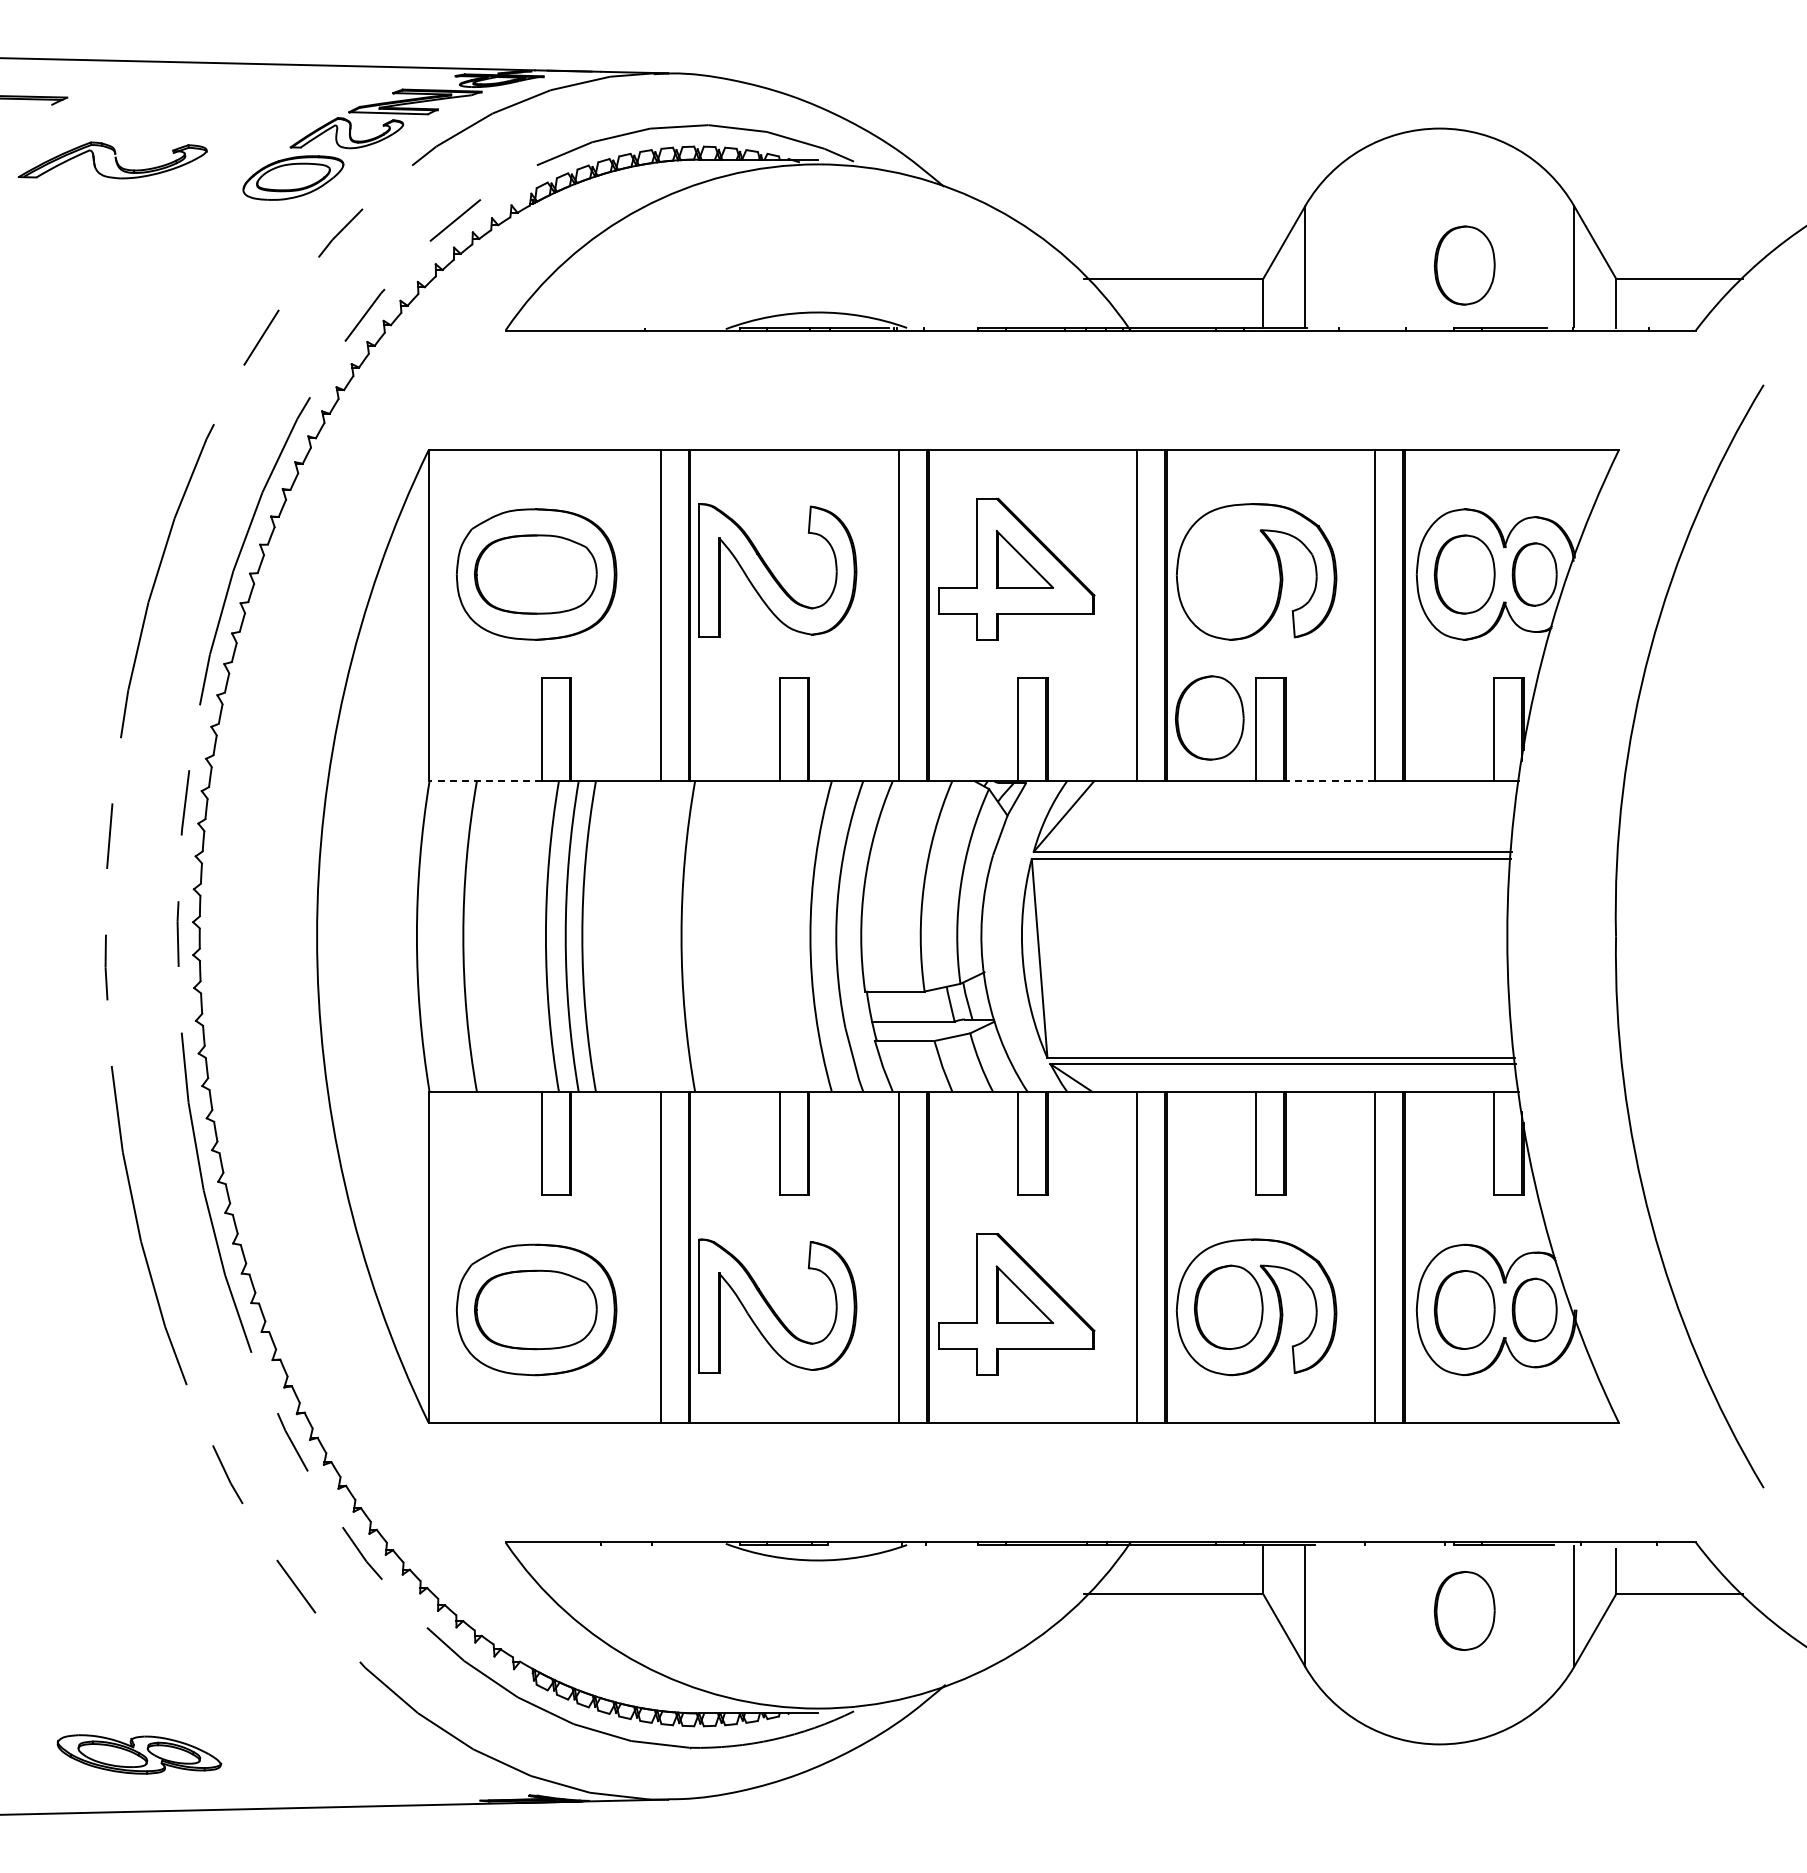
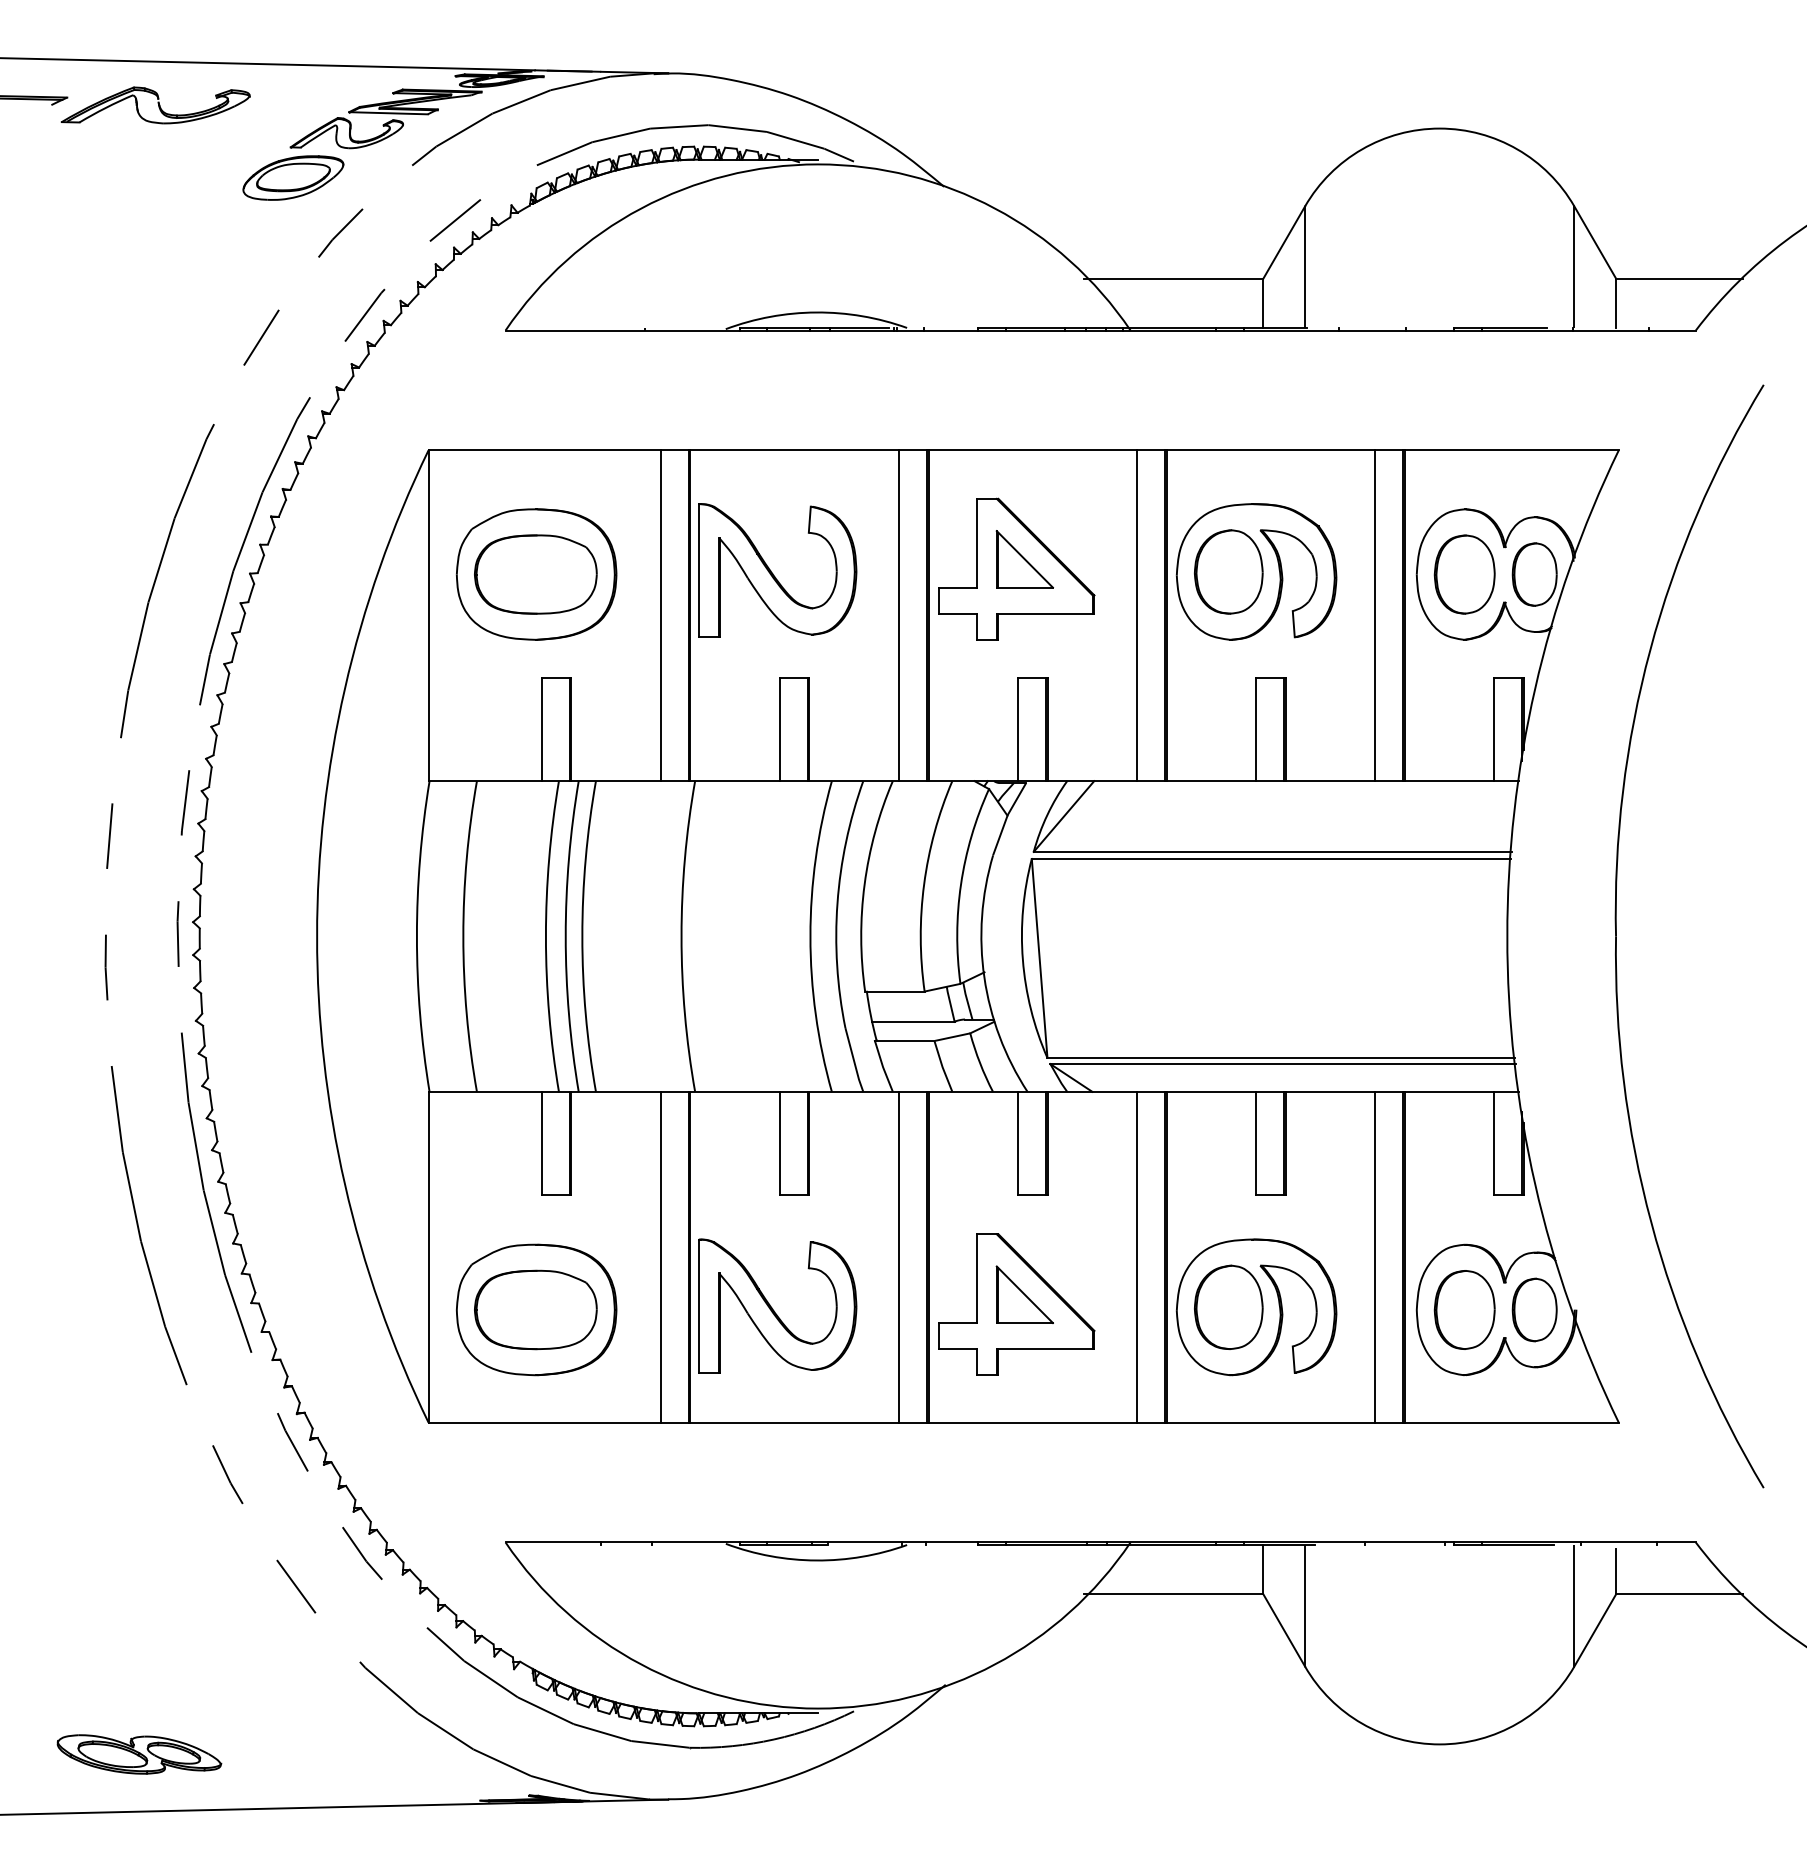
part at (112, 160) position: (112, 160) -> (155, 105)
part at (1464, 265): present -> none
part at (1209, 717) position: (1209, 717) -> (1228, 571)
line at (485, 781): dashed -> solid
line at (1330, 781): dashed -> solid
part at (1464, 1610): present -> none
